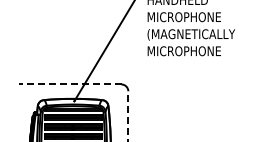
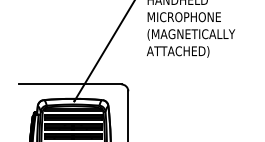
text at (183, 51): MICROPHONE -> ATTACHED)
line at (69, 84): dashed -> solid
line at (128, 116): dashed -> solid
